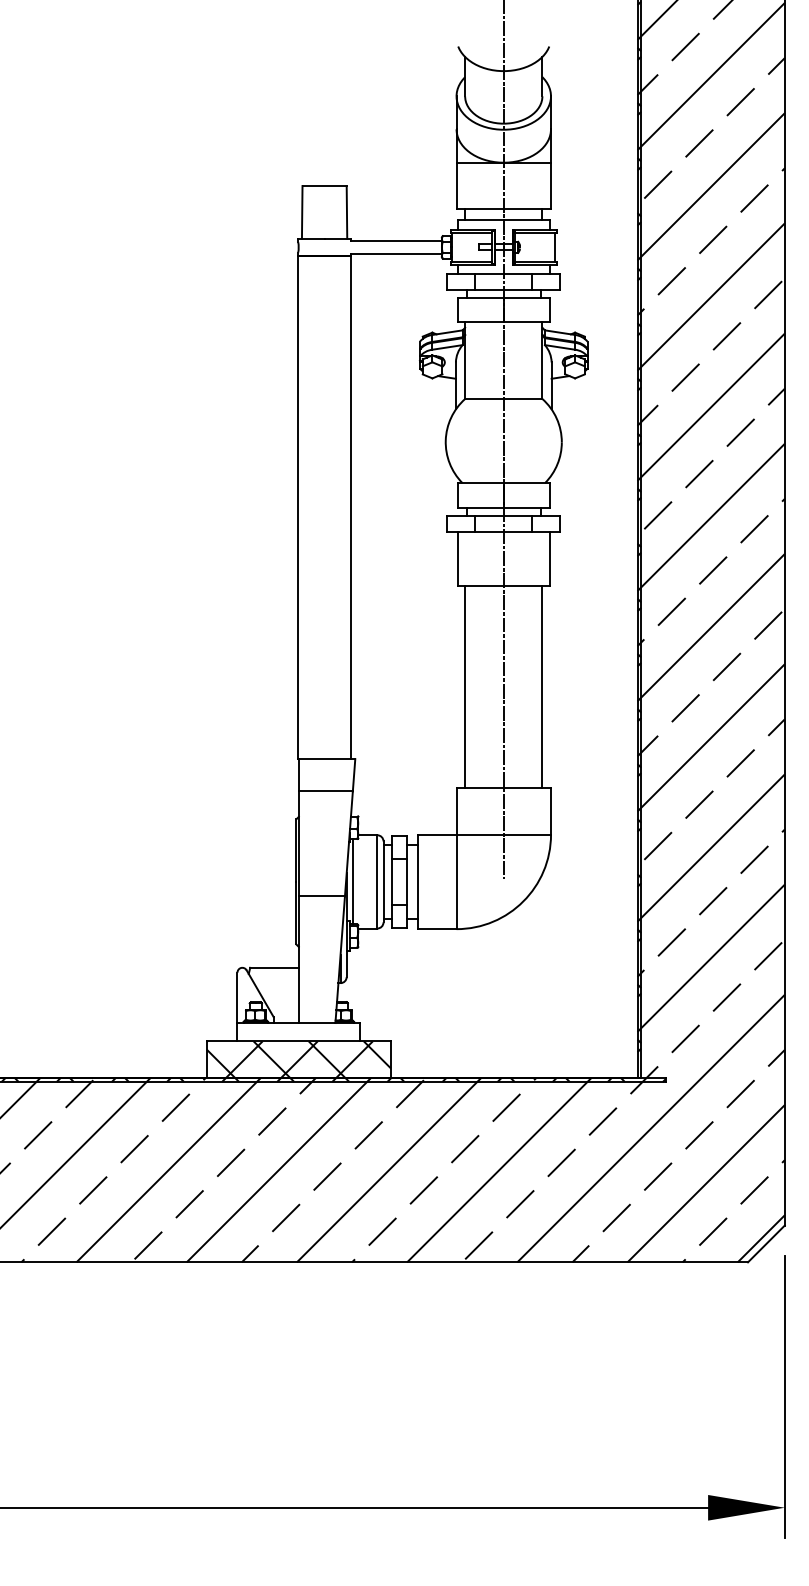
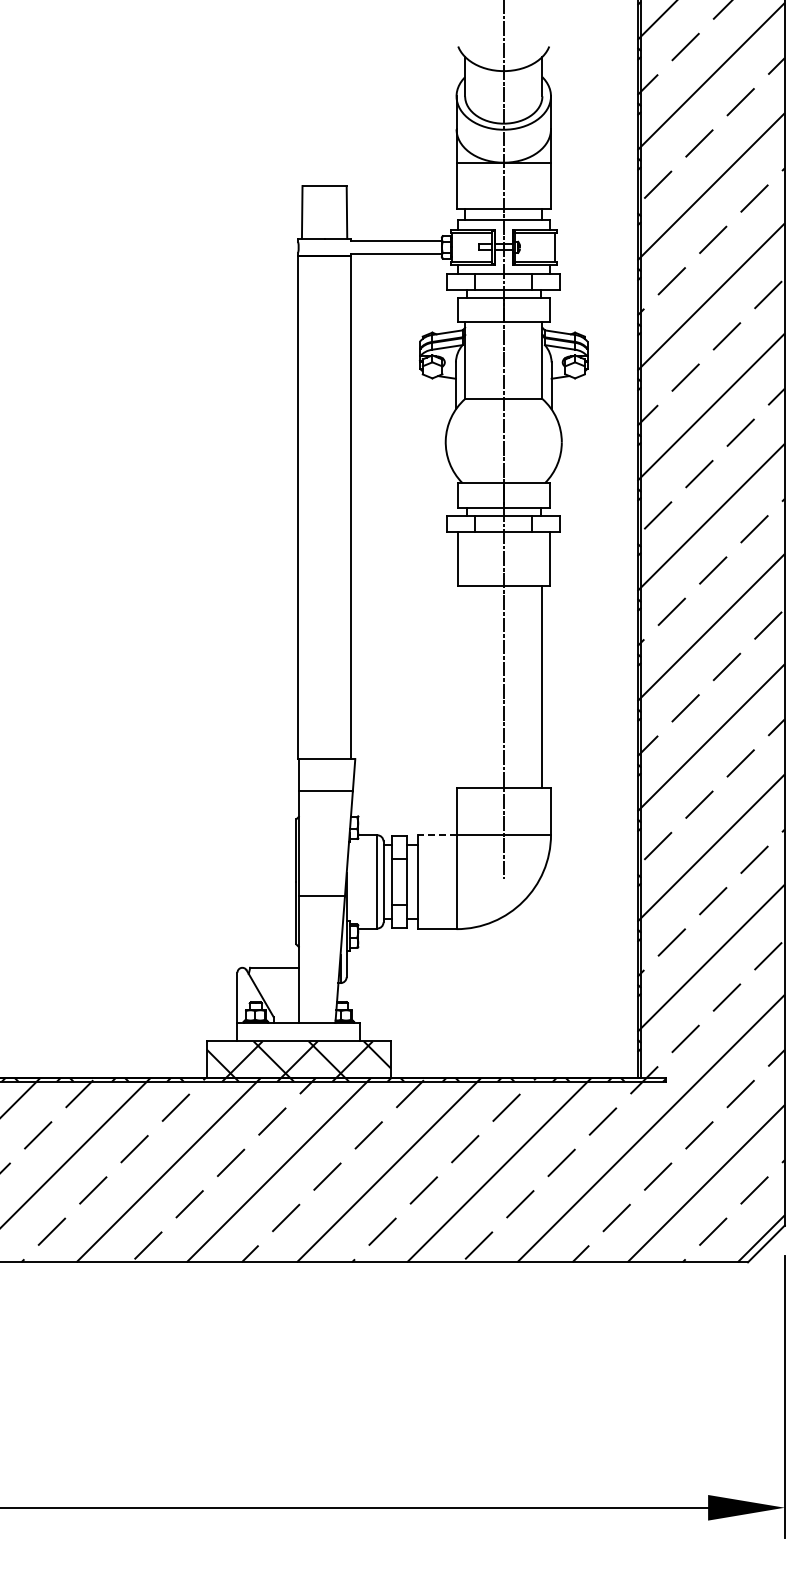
line at (465, 686): present -> none
line at (437, 834): solid -> dashed
line at (352, 881): present -> none
